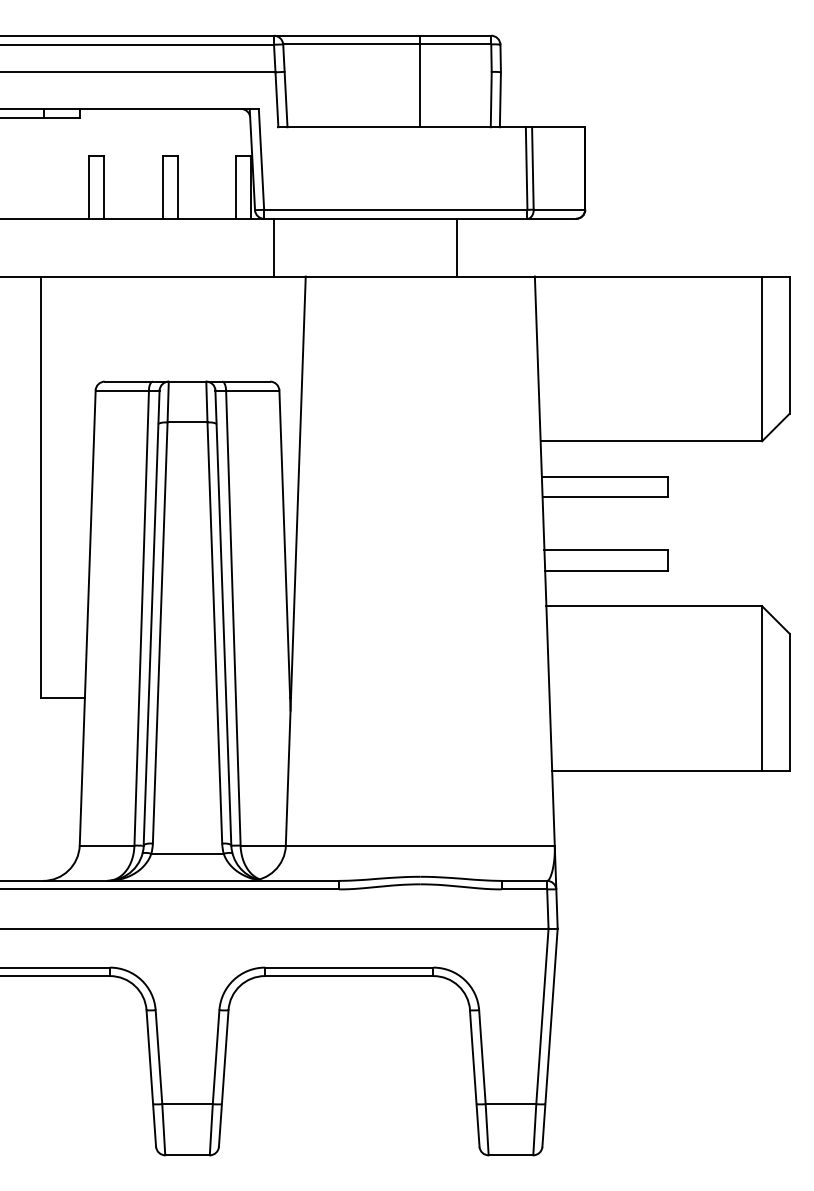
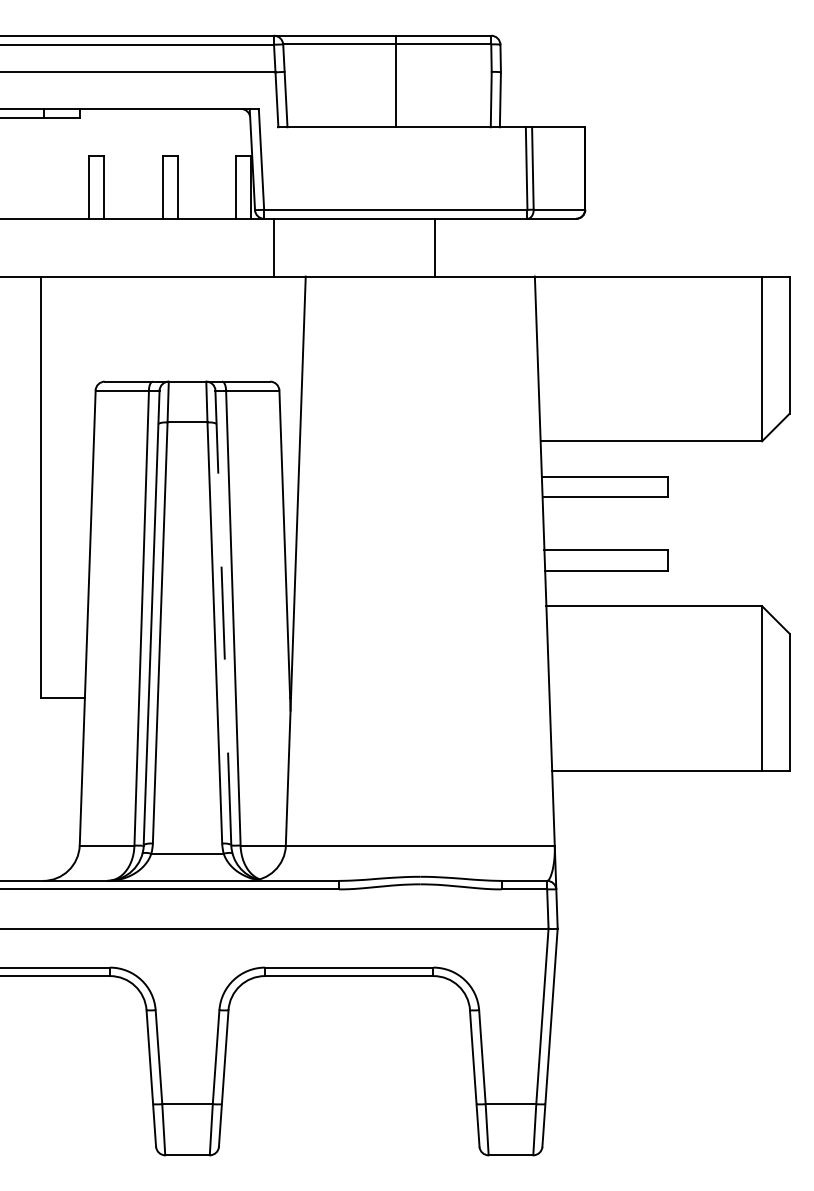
line at (420, 81) position: (420, 81) -> (396, 81)
line at (456, 247) position: (456, 247) -> (434, 247)
line at (223, 618): solid -> dashed
